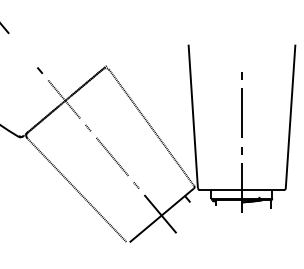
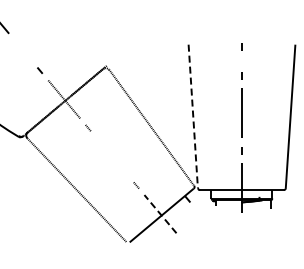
line at (241, 46): none -> present
line at (193, 116): solid -> dashed
line at (112, 156): present -> none
line at (160, 214): solid -> dashed
